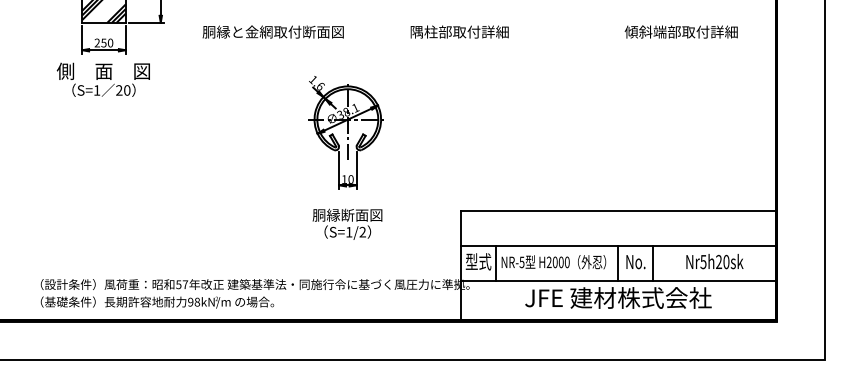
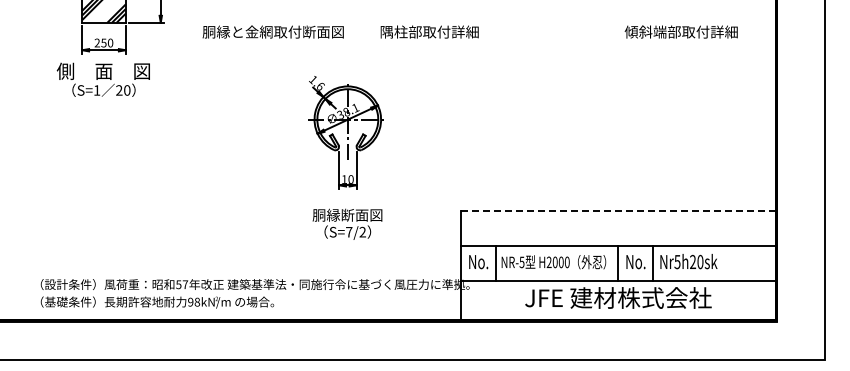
text at (459, 31) position: (459, 31) -> (429, 31)
line at (618, 211): solid -> dashed
text at (349, 232): S=1/2 -> S=7/2
text at (478, 261): 型式 -> No.
text at (714, 261) position: (714, 261) -> (688, 261)
